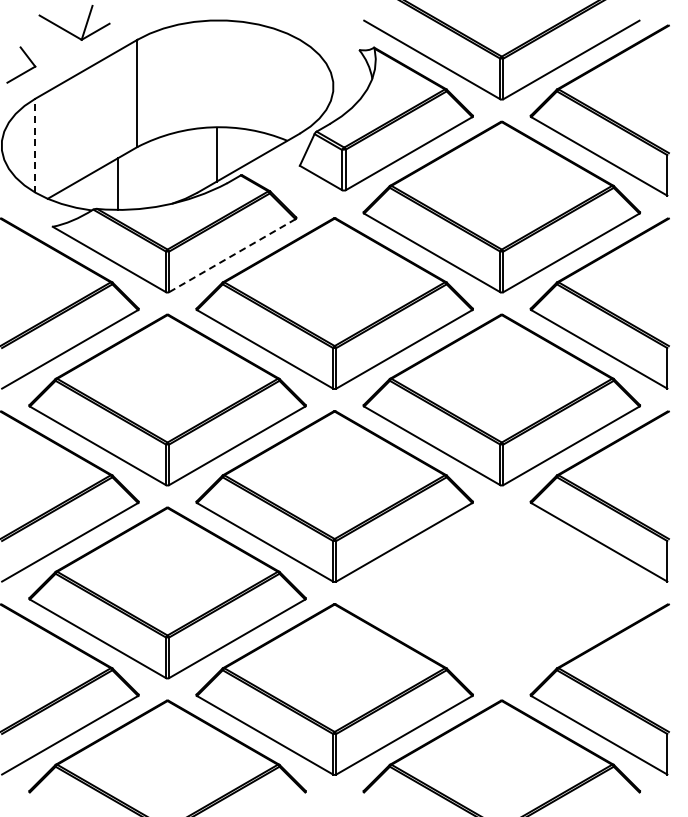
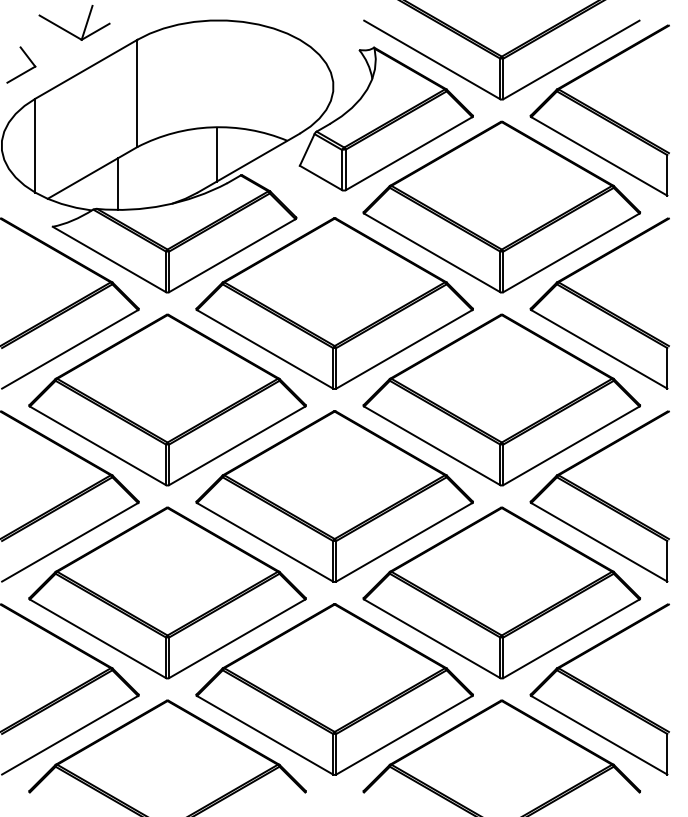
line at (35, 145): dashed -> solid
line at (232, 255): dashed -> solid
part at (501, 592): none -> present
